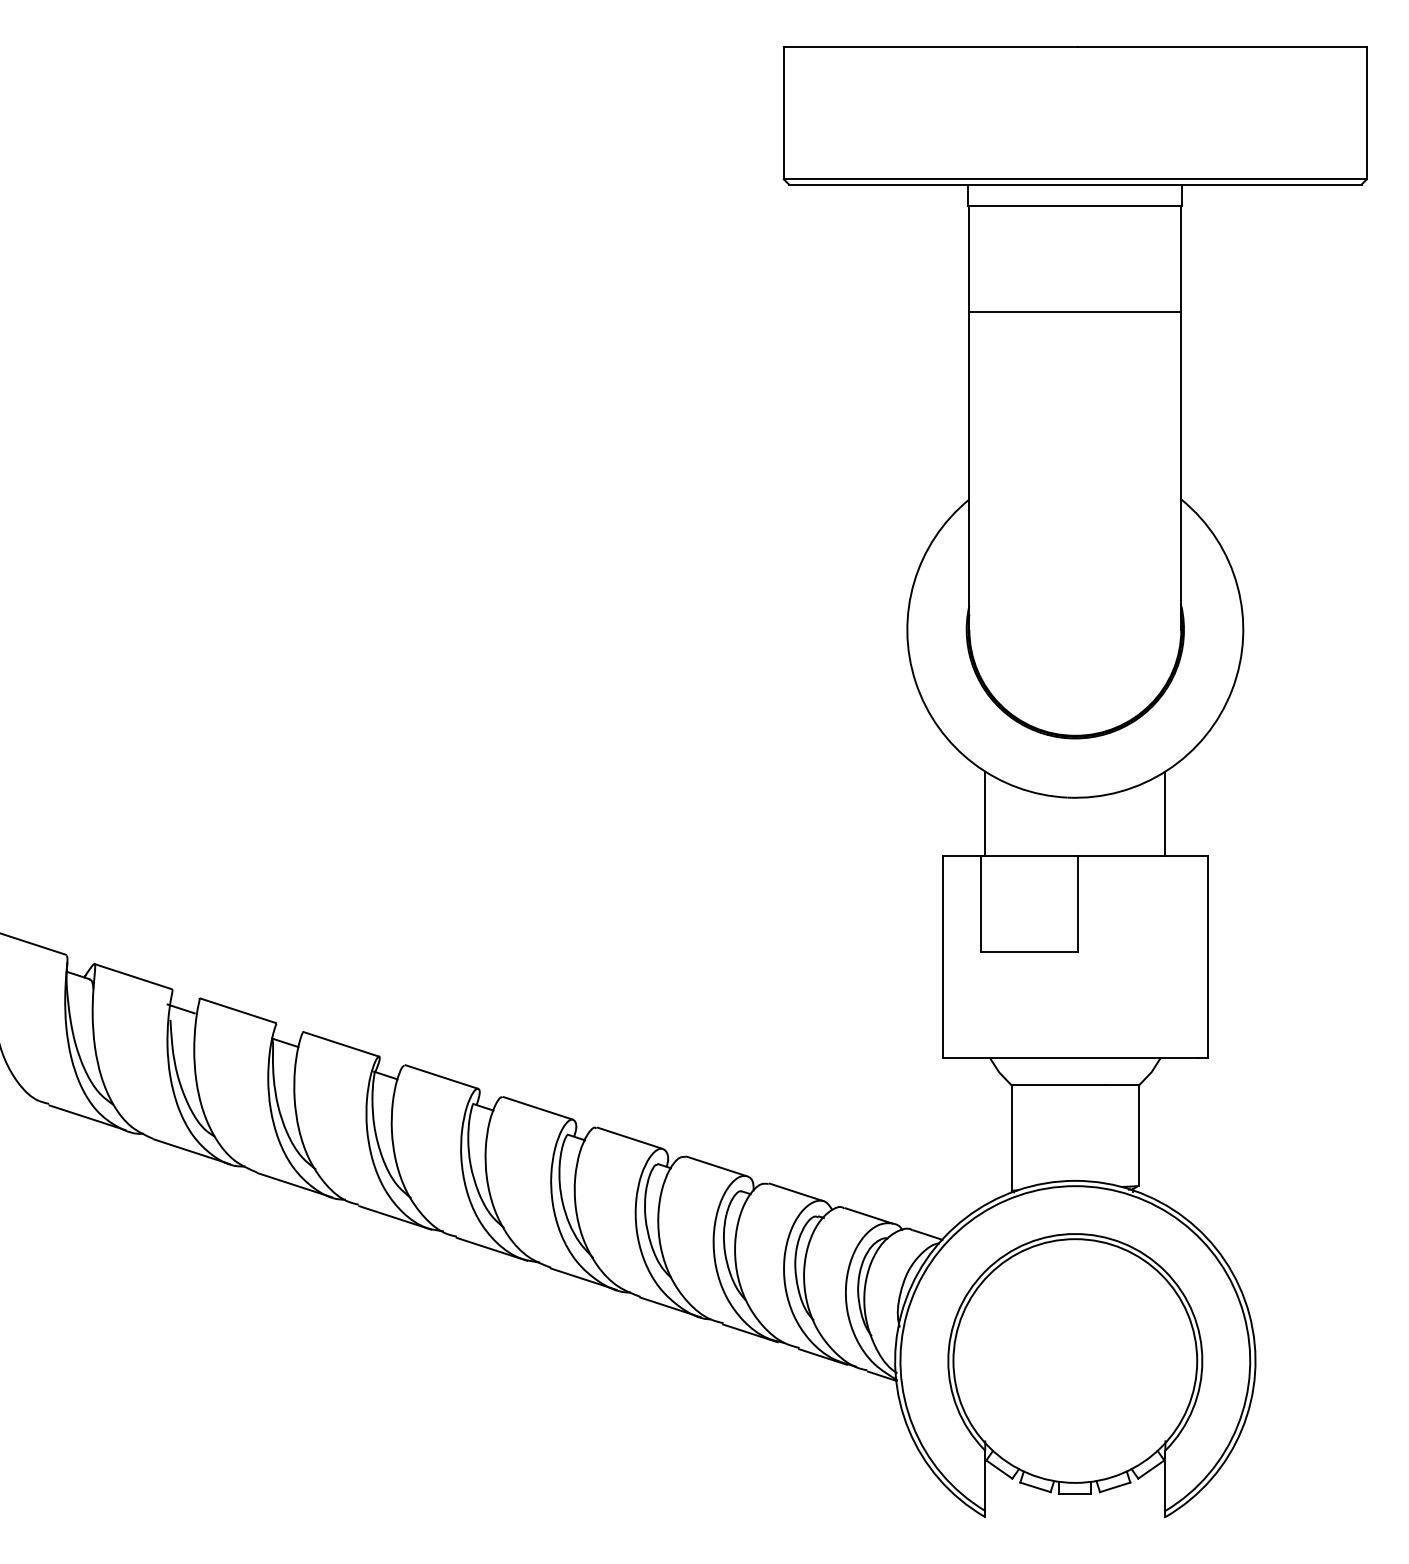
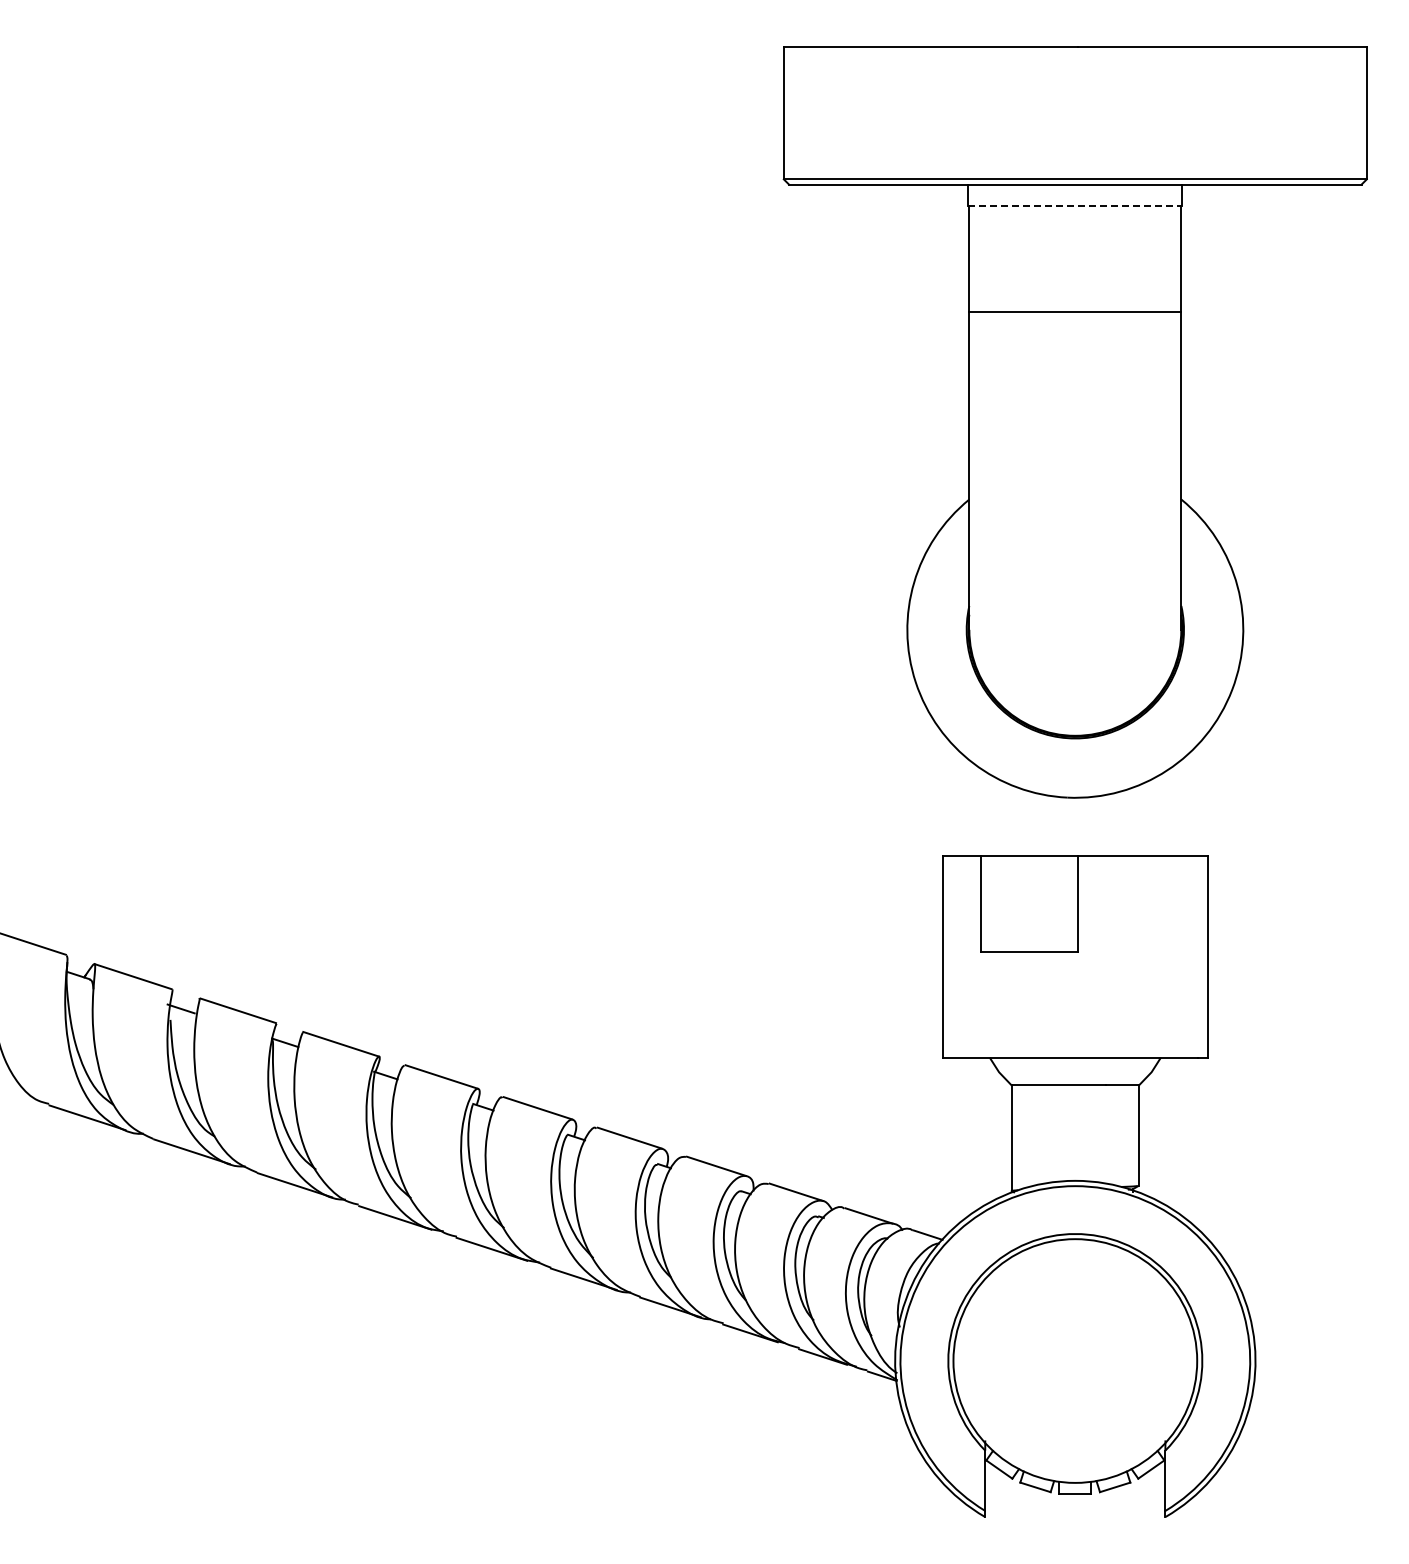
line at (1075, 205): solid -> dashed
line at (985, 813): present -> none
line at (1165, 814): present -> none
